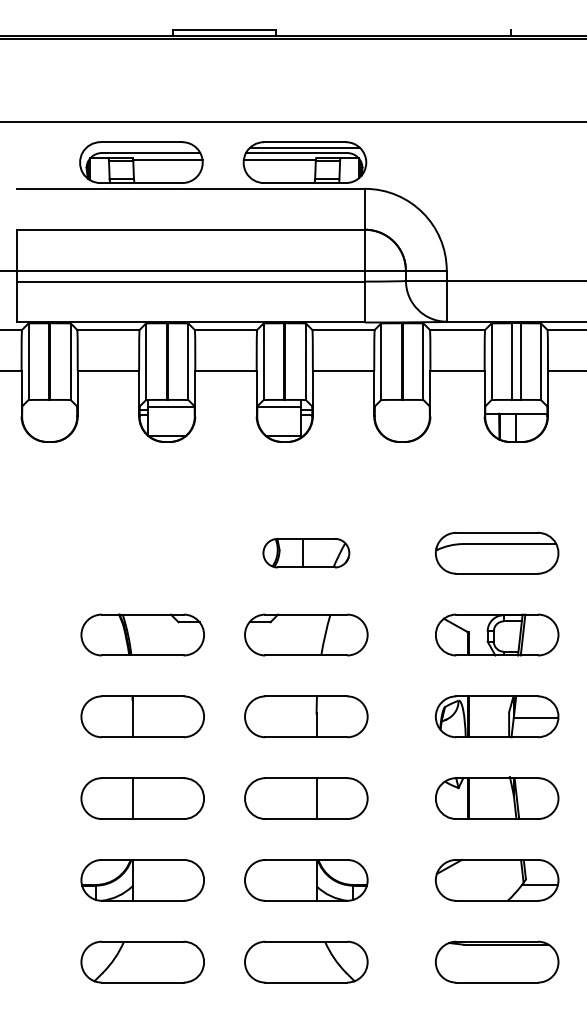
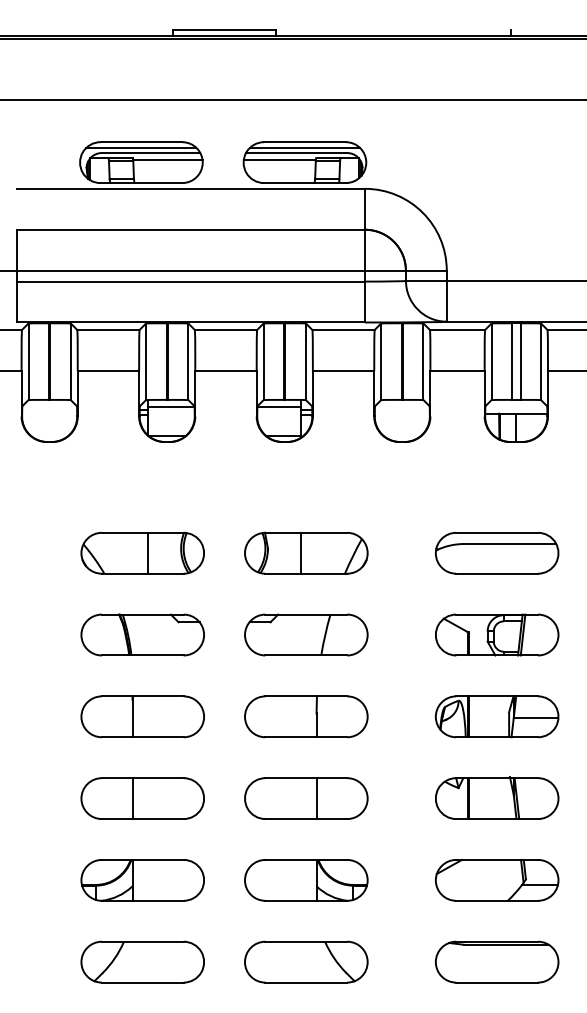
line at (292, 121) position: (292, 121) -> (292, 99)
line at (141, 147): none -> present
part at (306, 552) size: 89x32 px -> 125x44 px
part at (142, 553): none -> present
